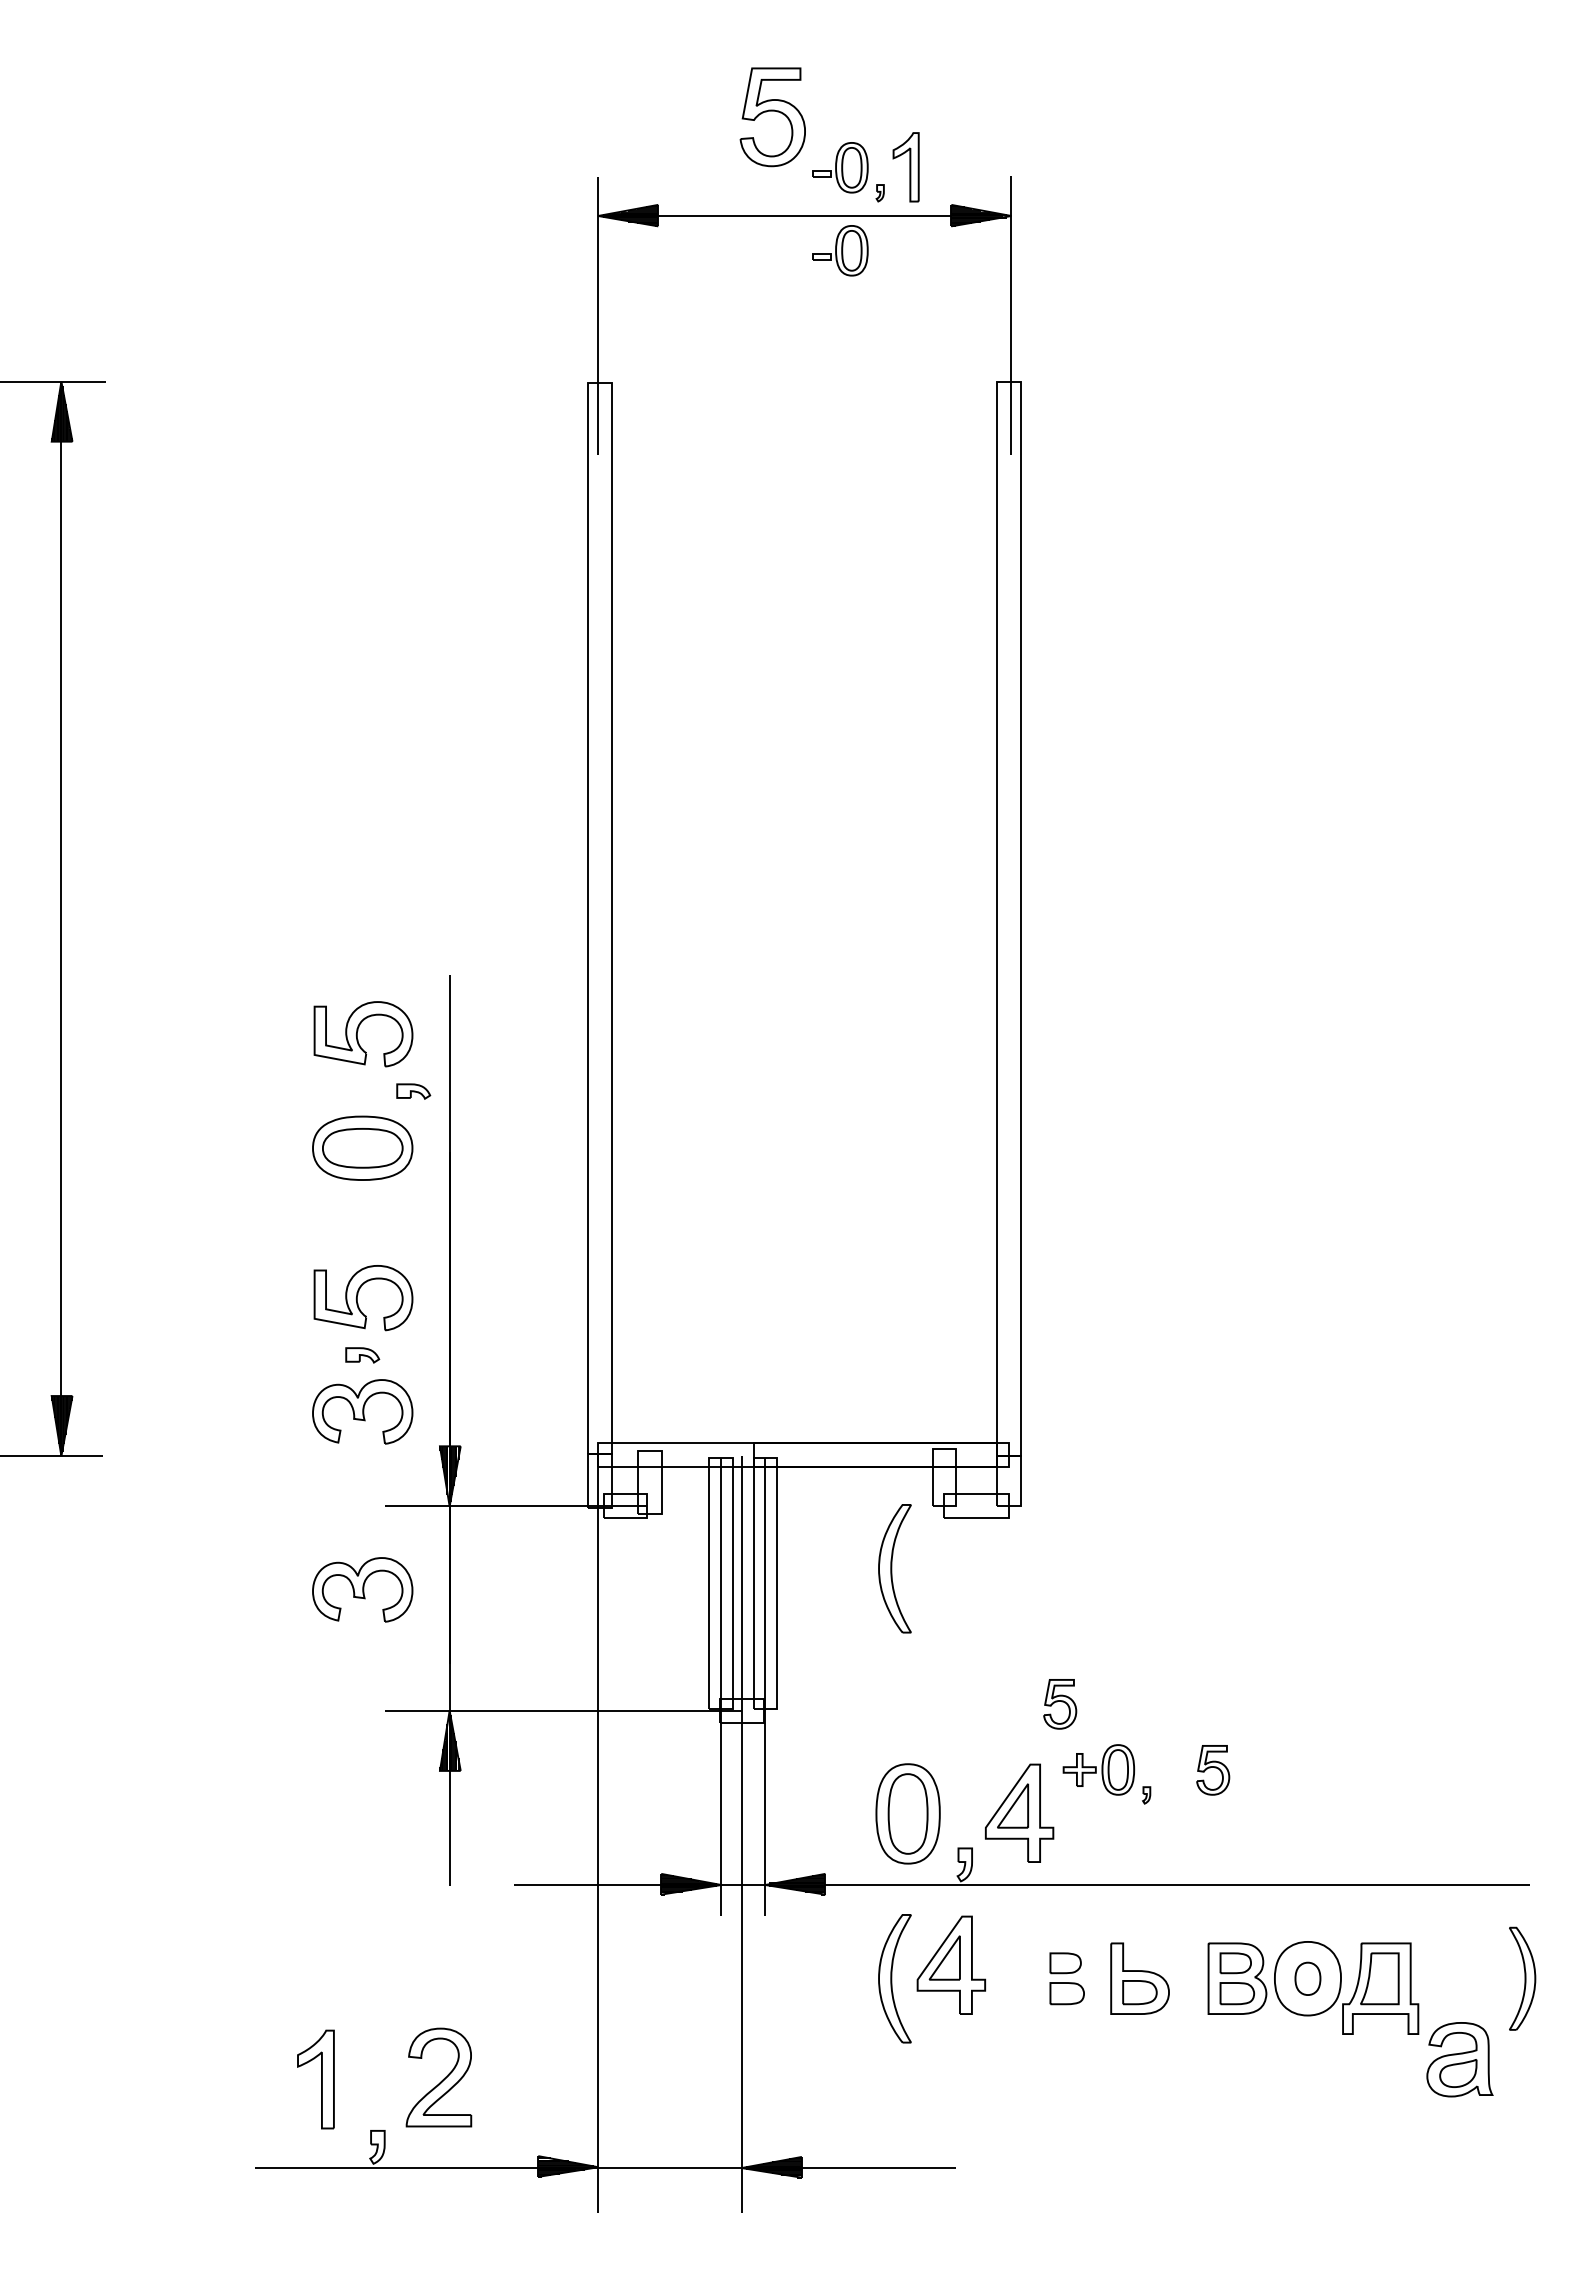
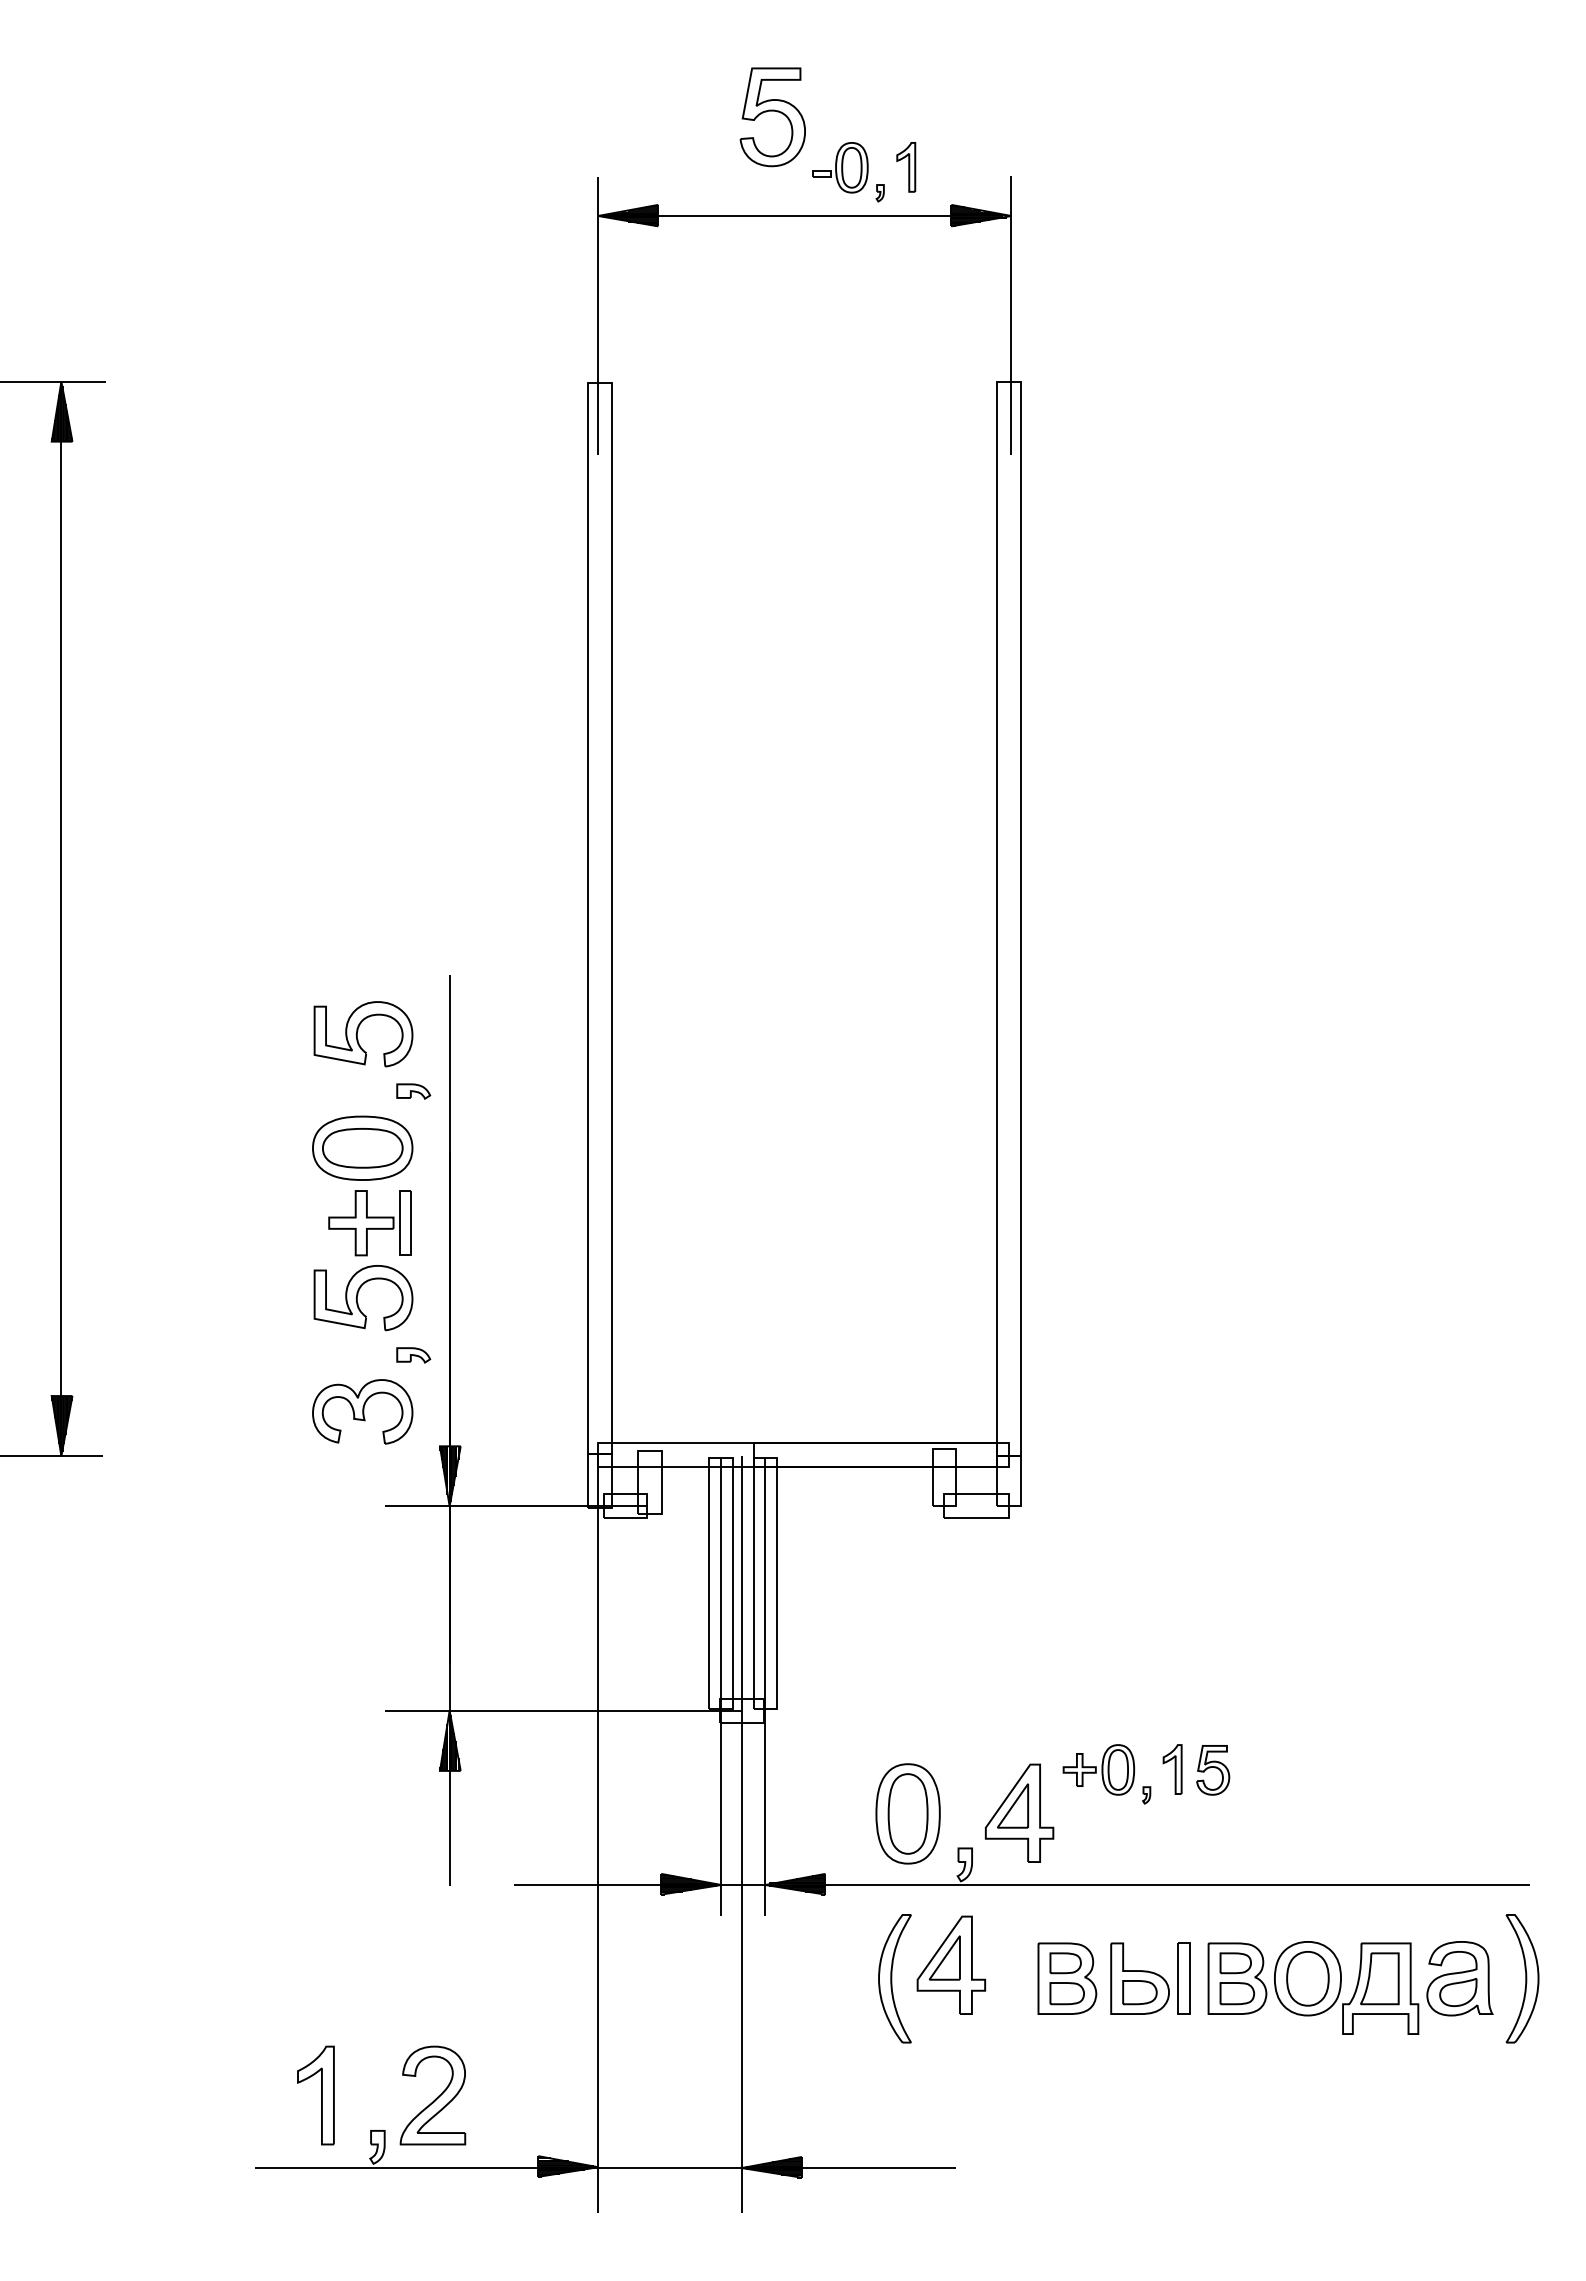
part at (905, 167) size: 28x71 px -> 21x51 px
part at (840, 250): present -> none
part at (369, 1223): none -> present
part at (362, 1355) position: (362, 1355) -> (413, 1355)
part at (894, 1568): present -> none
part at (362, 1589): present -> none
part at (1060, 1704): present -> none
part at (1172, 1769): none -> present
part at (1067, 1978): none -> present
part at (1183, 1978): none -> present
part at (1307, 1978) size: 28x35 px -> 44x56 px
part at (1522, 1978) size: 28x105 px -> 35x130 px
part at (1459, 2059) position: (1459, 2059) -> (1459, 1978)
part at (438, 2077) position: (438, 2077) -> (432, 2095)
part at (315, 2079) position: (315, 2079) -> (315, 2095)
